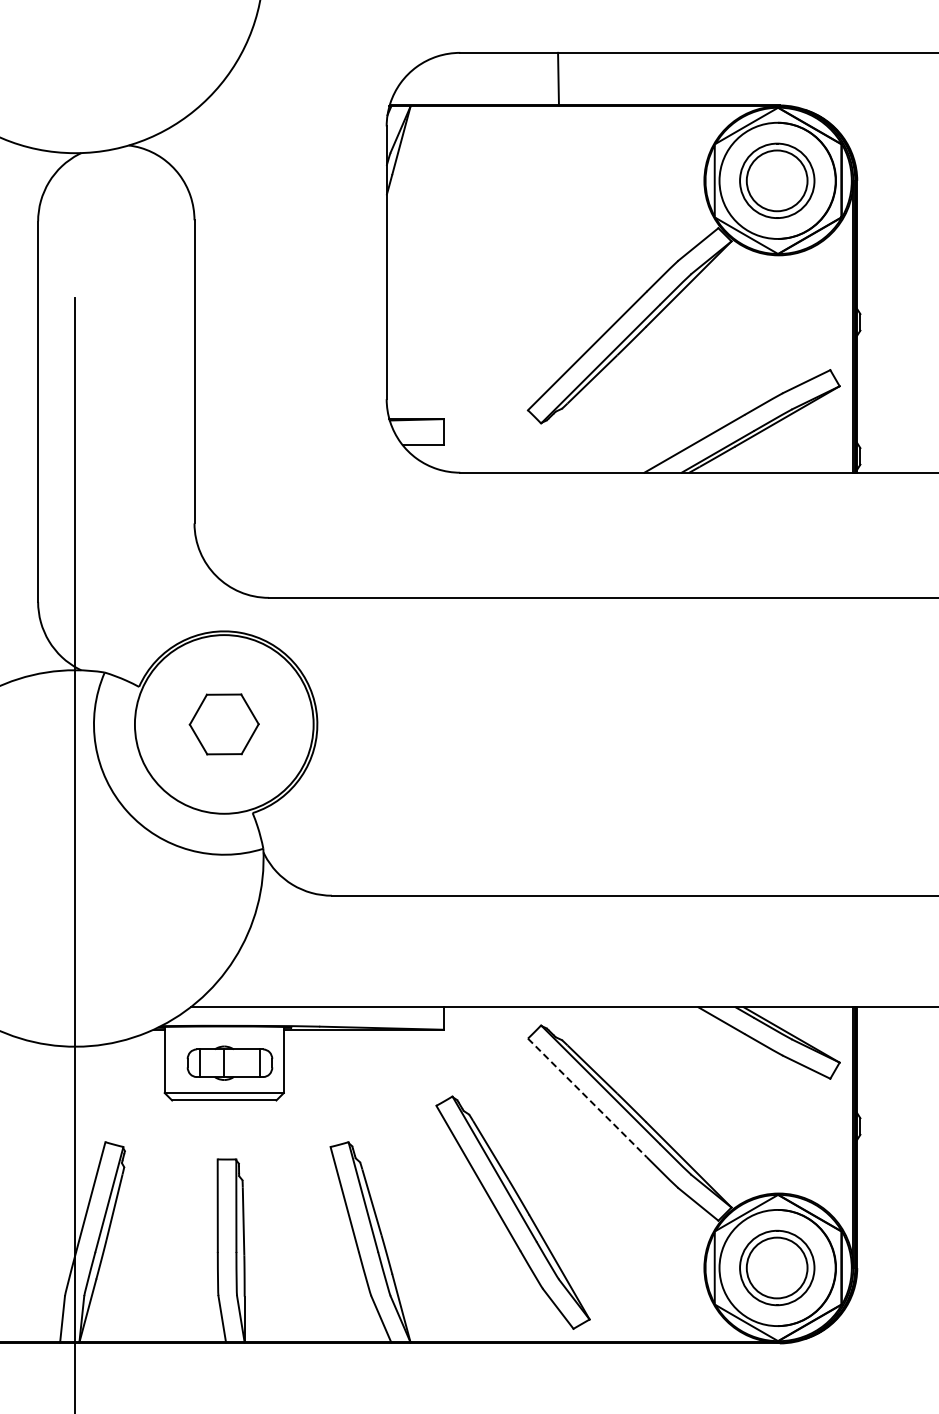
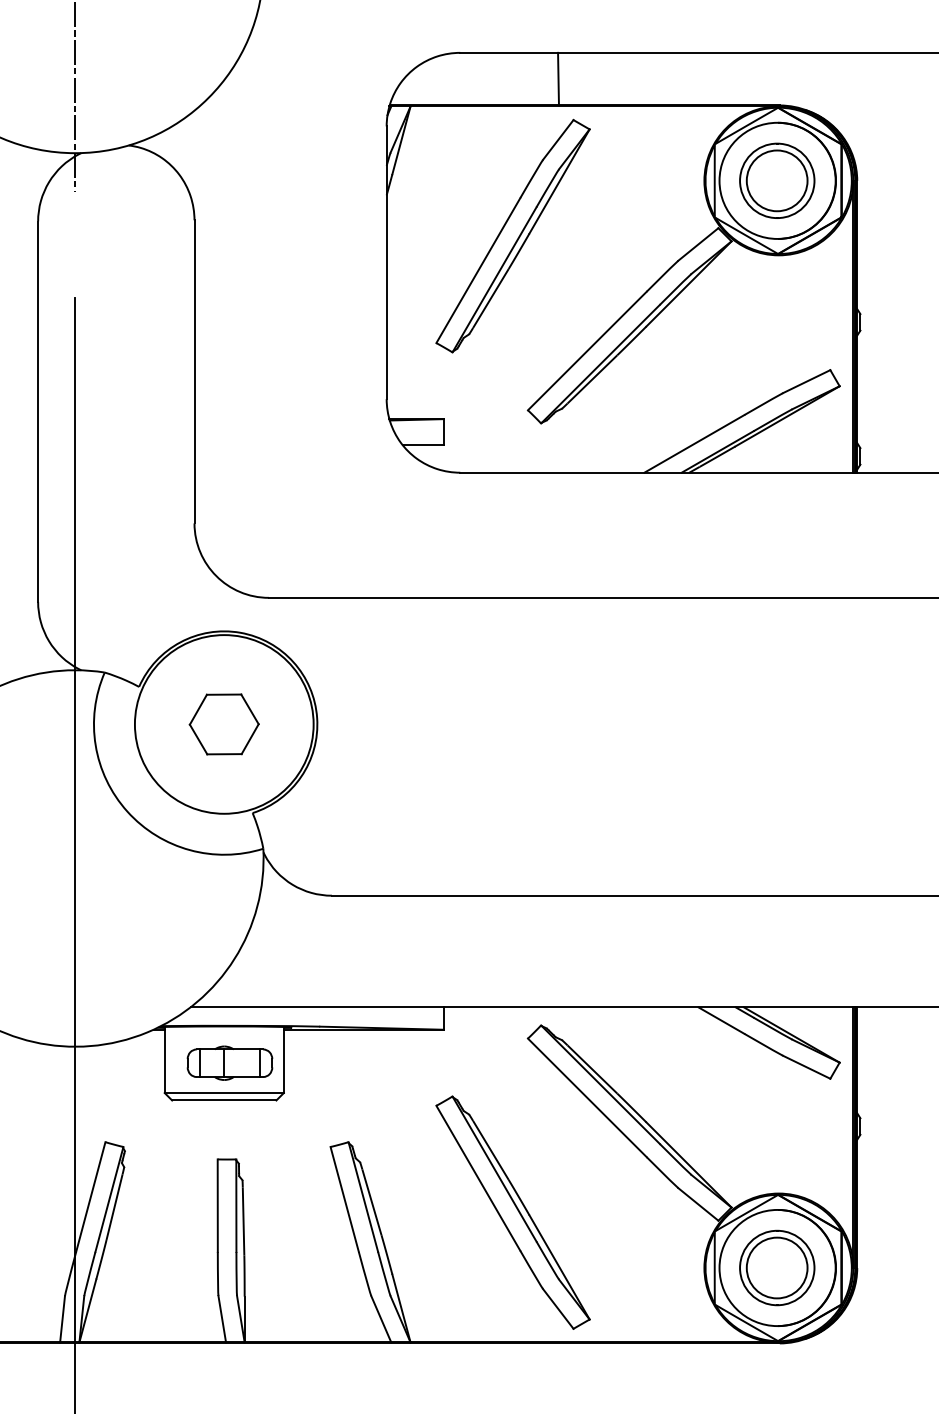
line at (75, 96): none -> present
part at (512, 235): none -> present
line at (587, 1097): dashed -> solid
